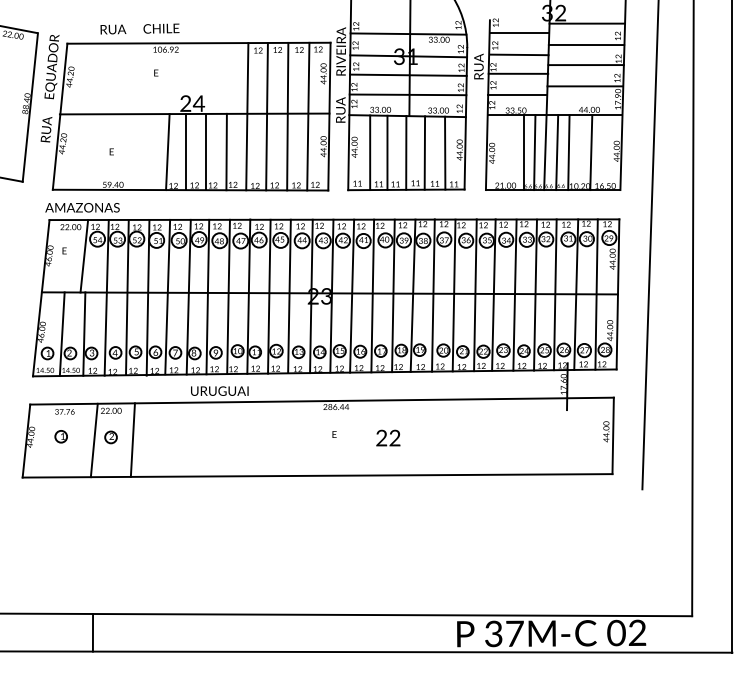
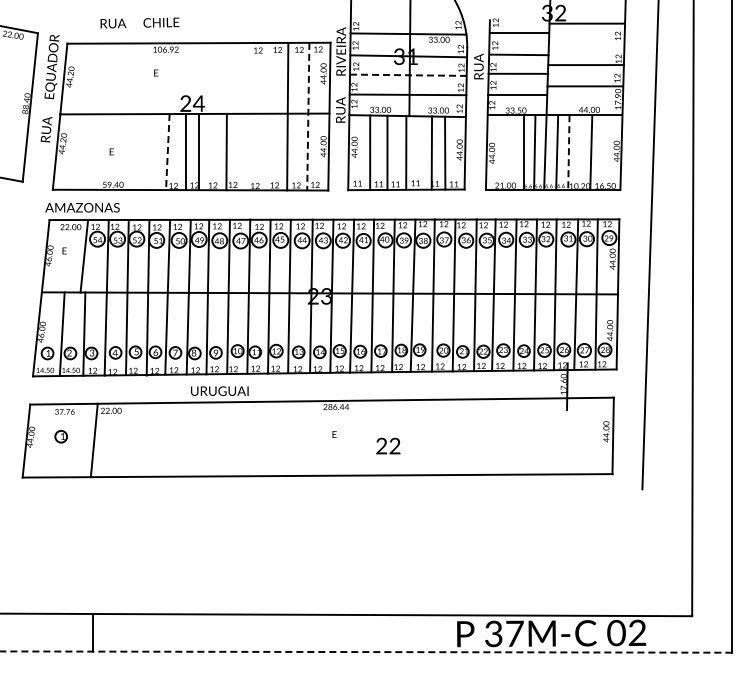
text at (139, 28) position: (139, 28) -> (139, 22)
line at (586, 45): present -> none
line at (408, 75): solid -> dashed
line at (247, 116): present -> none
line at (266, 116): present -> none
line at (308, 116): solid -> dashed
line at (205, 151) position: (205, 151) -> (198, 151)
line at (167, 152): solid -> dashed
line at (424, 152) position: (424, 152) -> (431, 152)
line at (568, 153): solid -> dashed
part at (110, 437): present -> none
text at (388, 437) position: (388, 437) -> (388, 445)
line at (132, 439): present -> none
line at (366, 652): solid -> dashed
